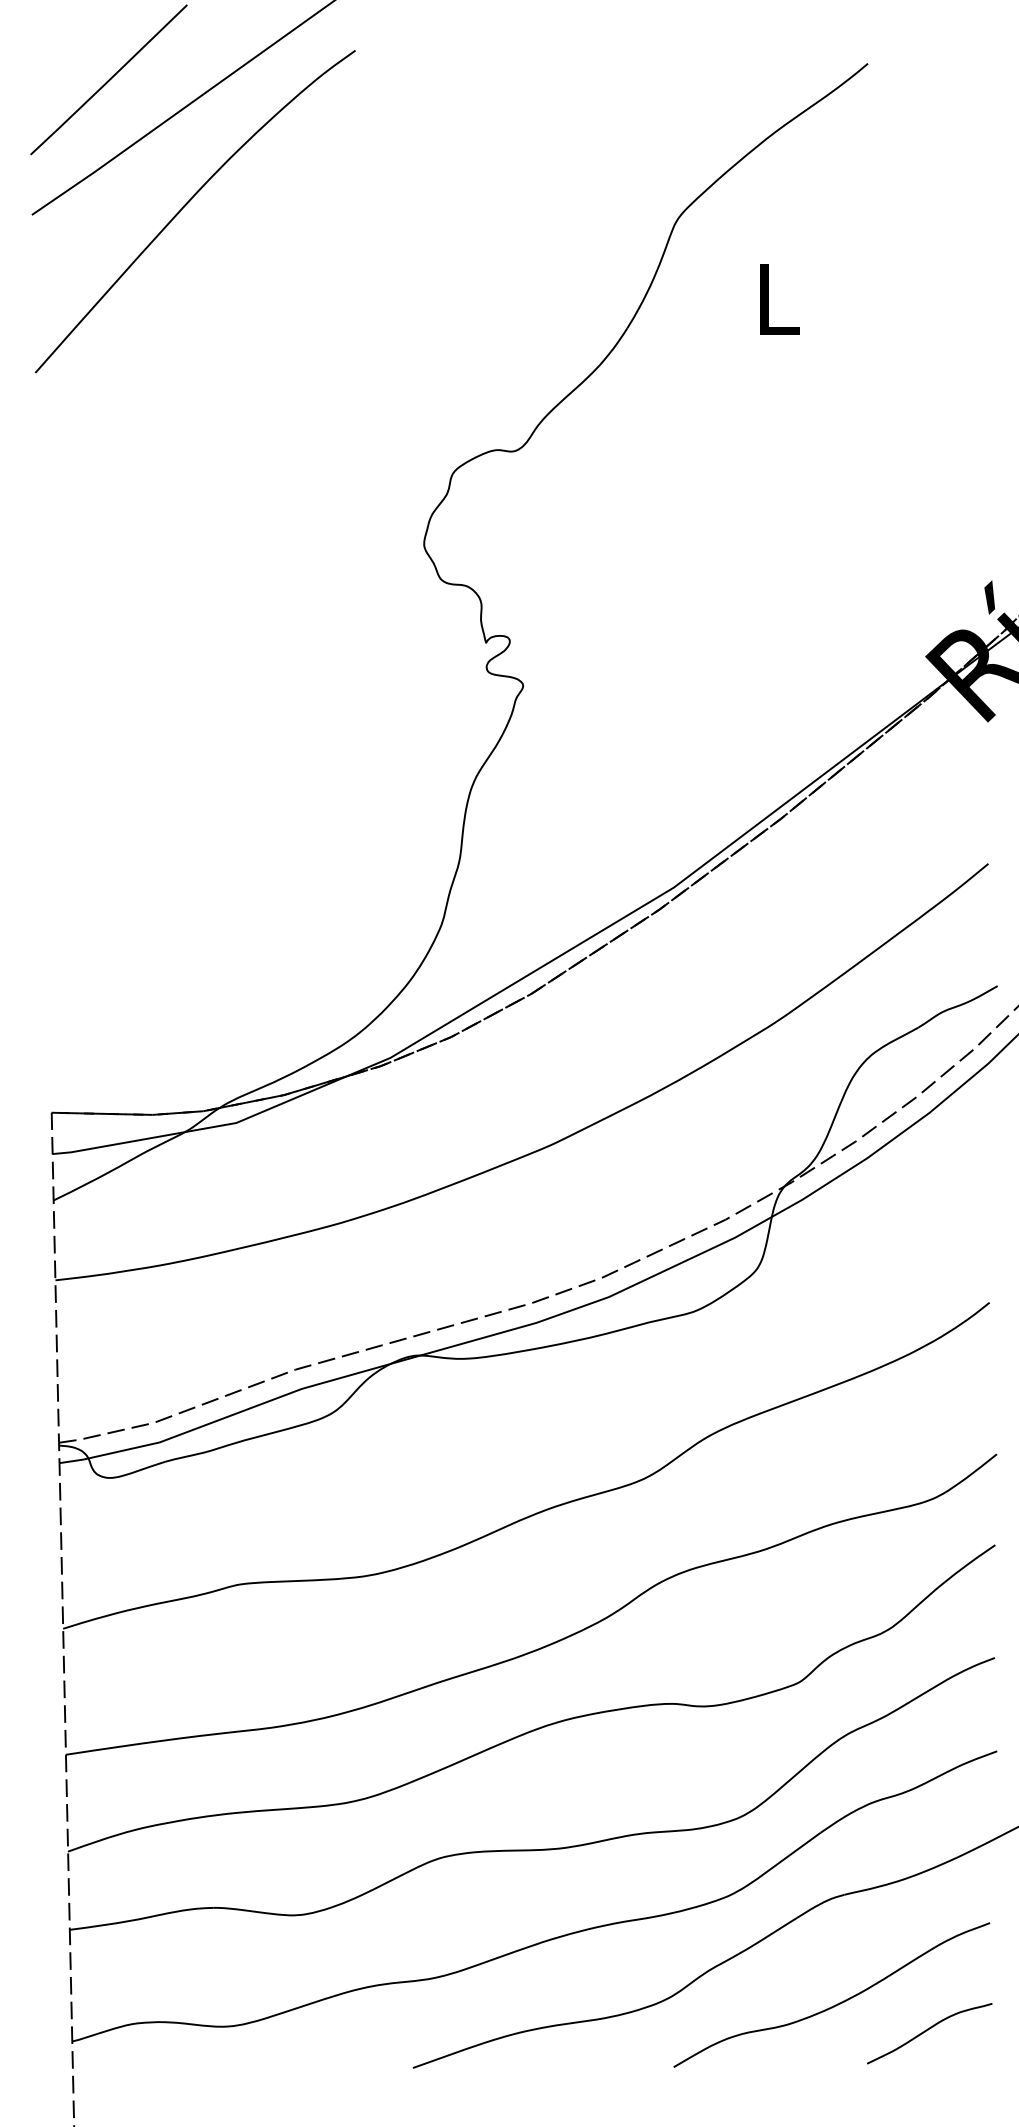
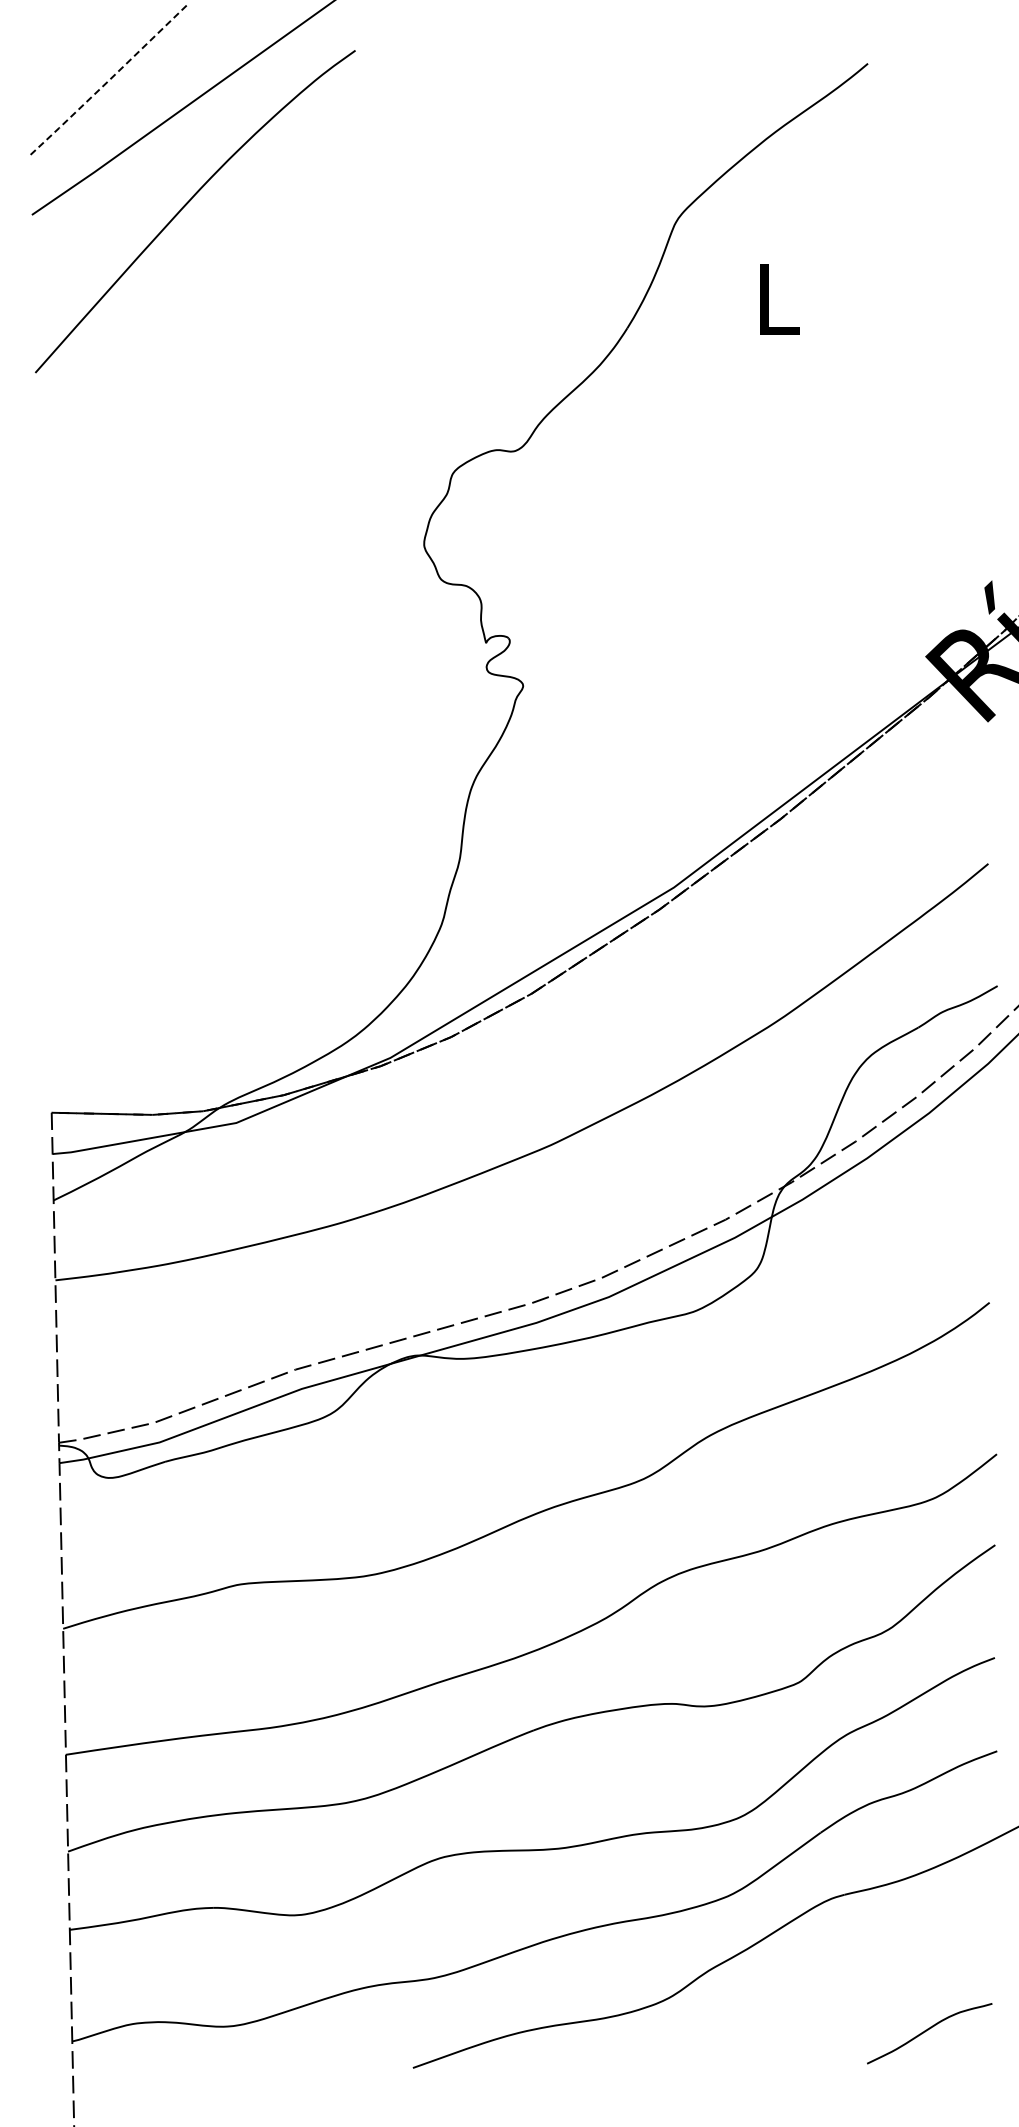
line at (109, 80): solid -> dashed
curve at (835, 2004): present -> none
